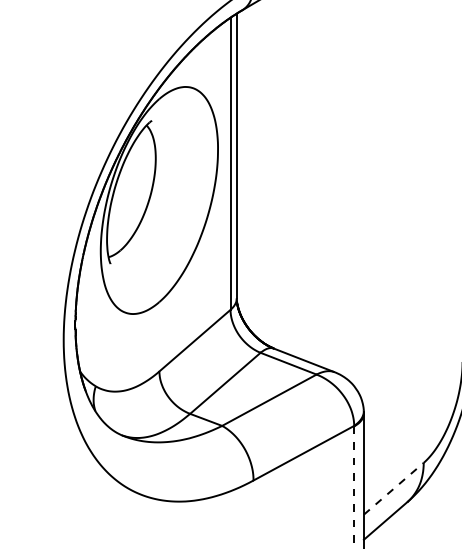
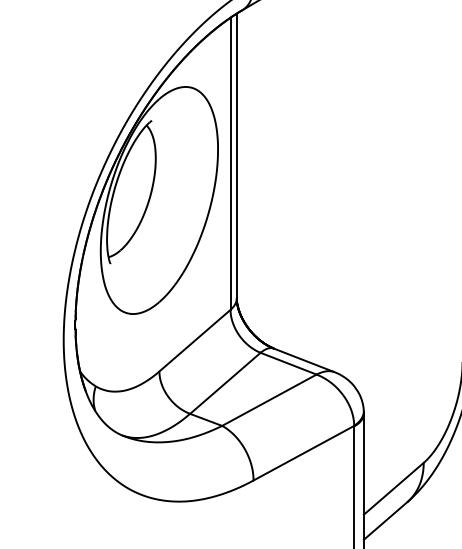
line at (354, 487): dashed -> solid
line at (393, 488): dashed -> solid
